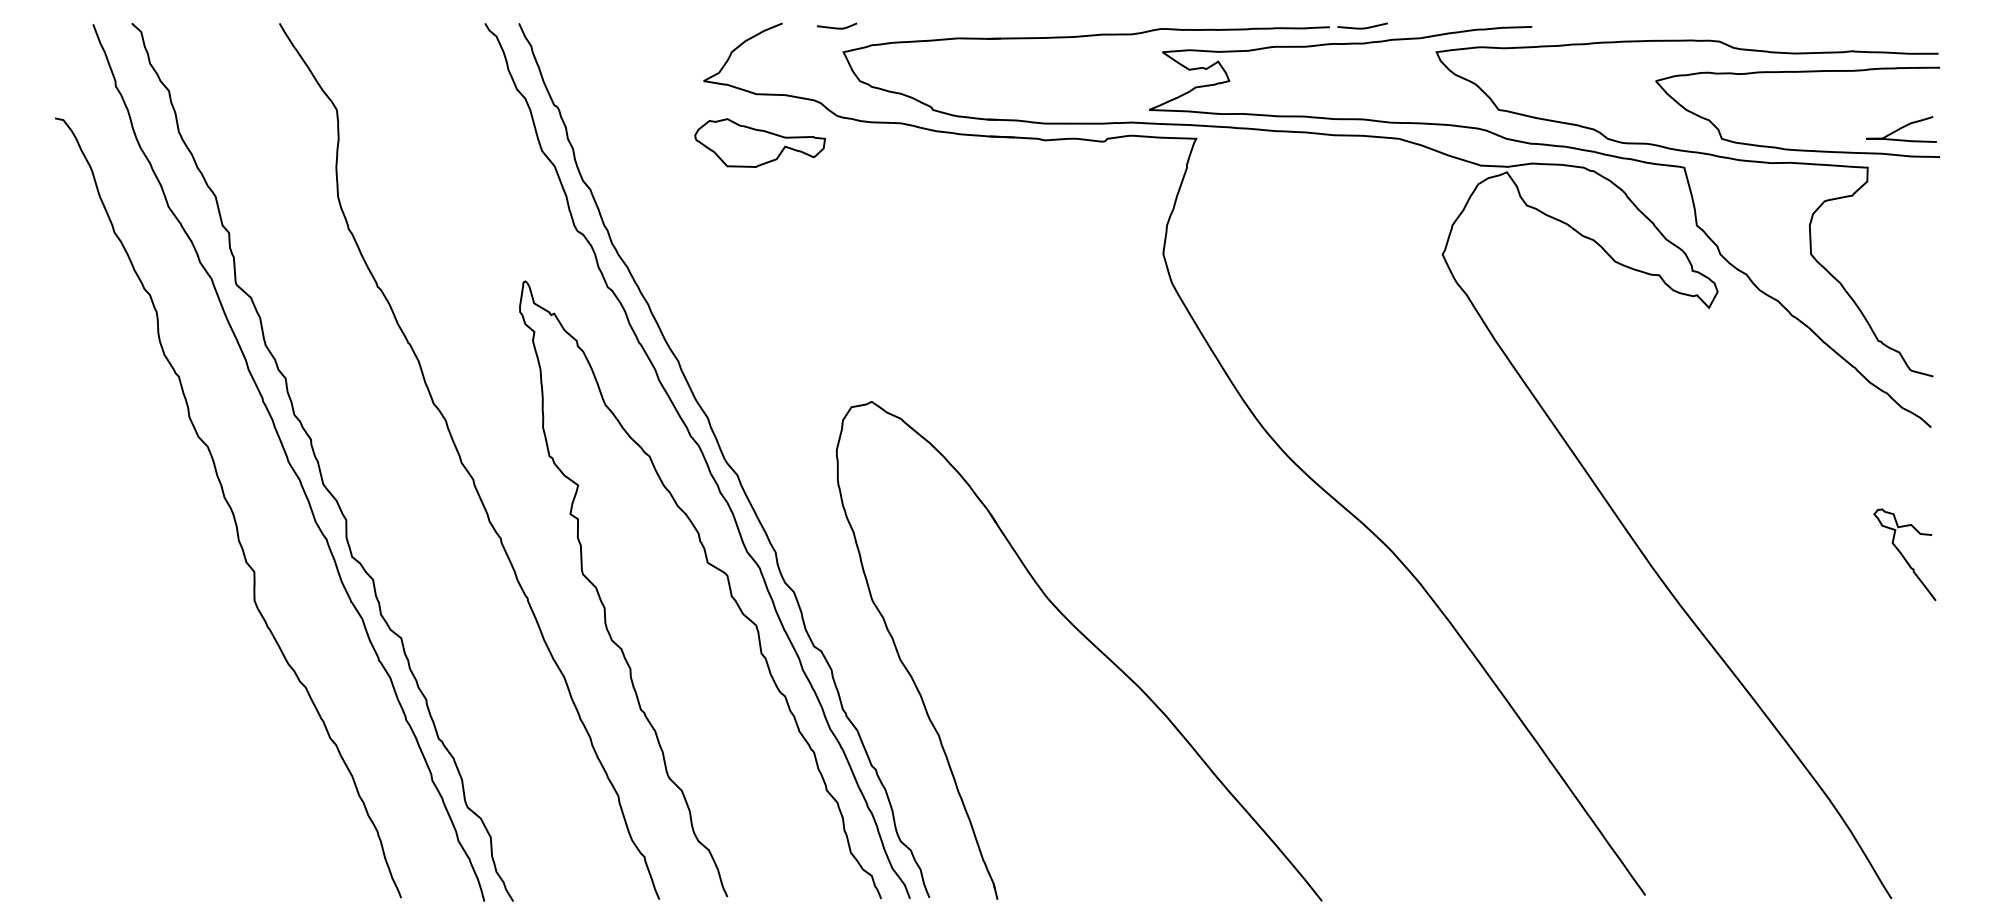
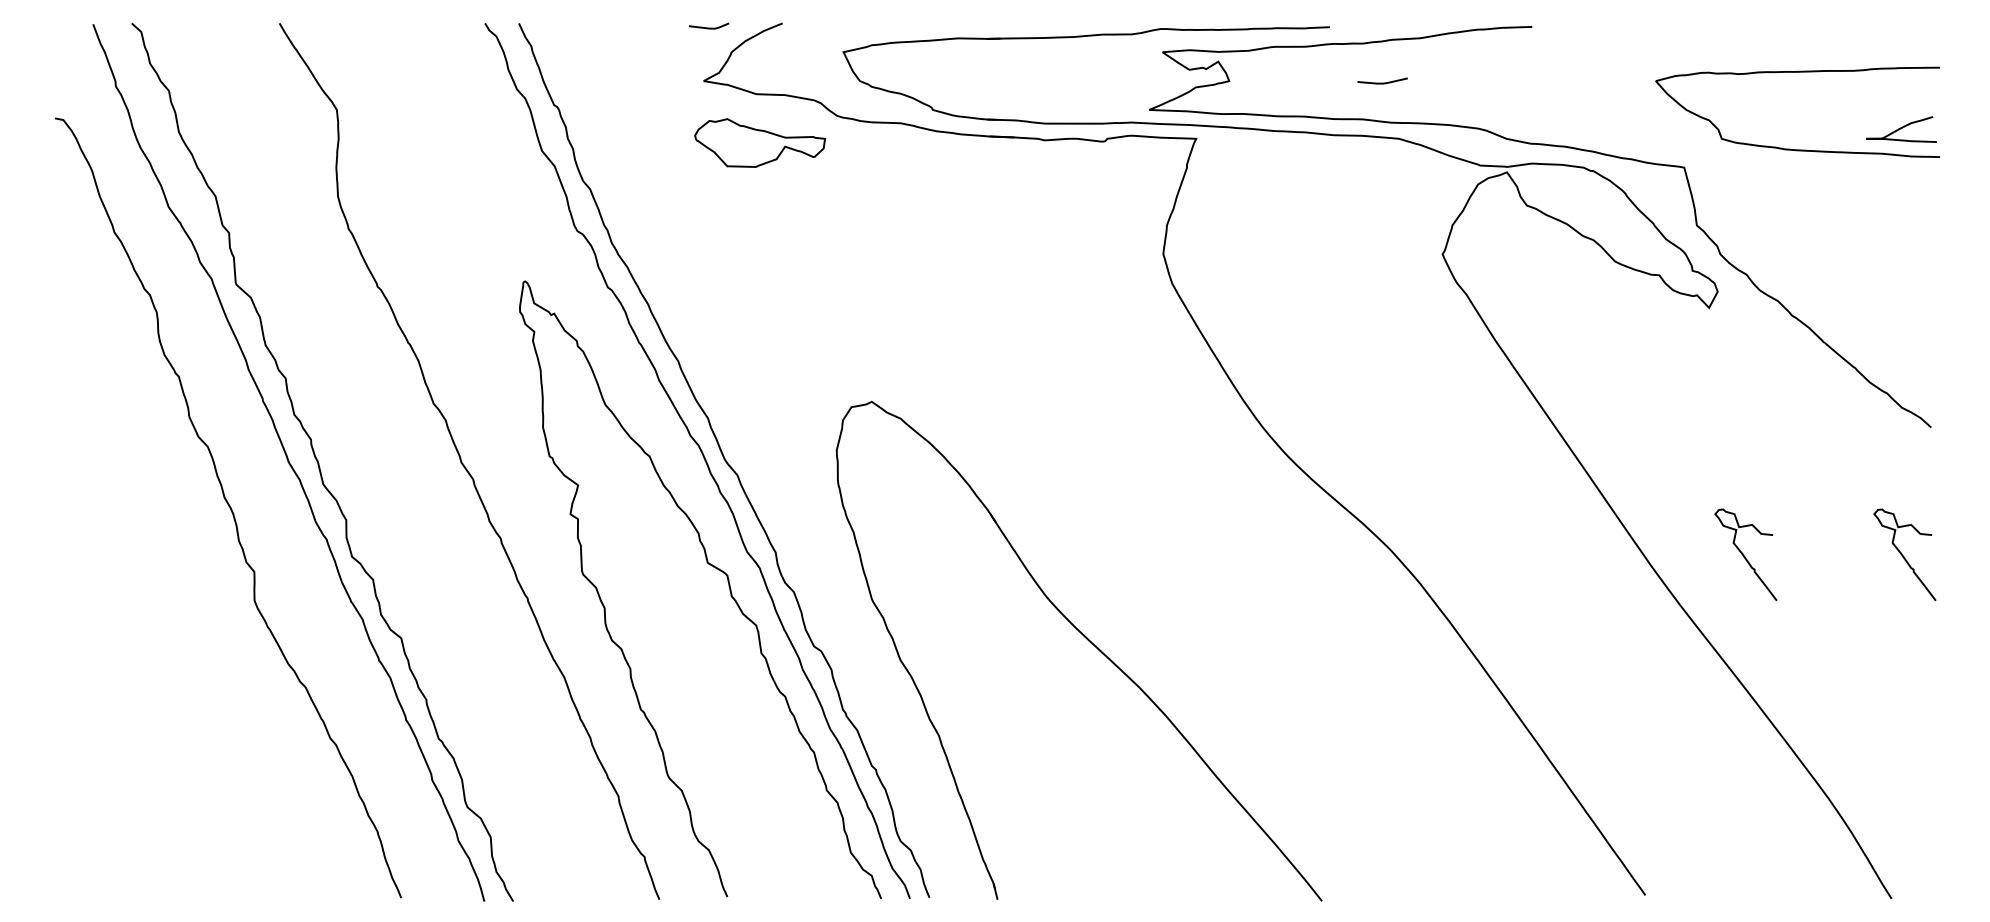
line at (837, 27) position: (837, 27) -> (709, 27)
line at (1362, 27) position: (1362, 27) -> (1382, 82)
curve at (1693, 153): present -> none
curve at (1744, 555): none -> present
